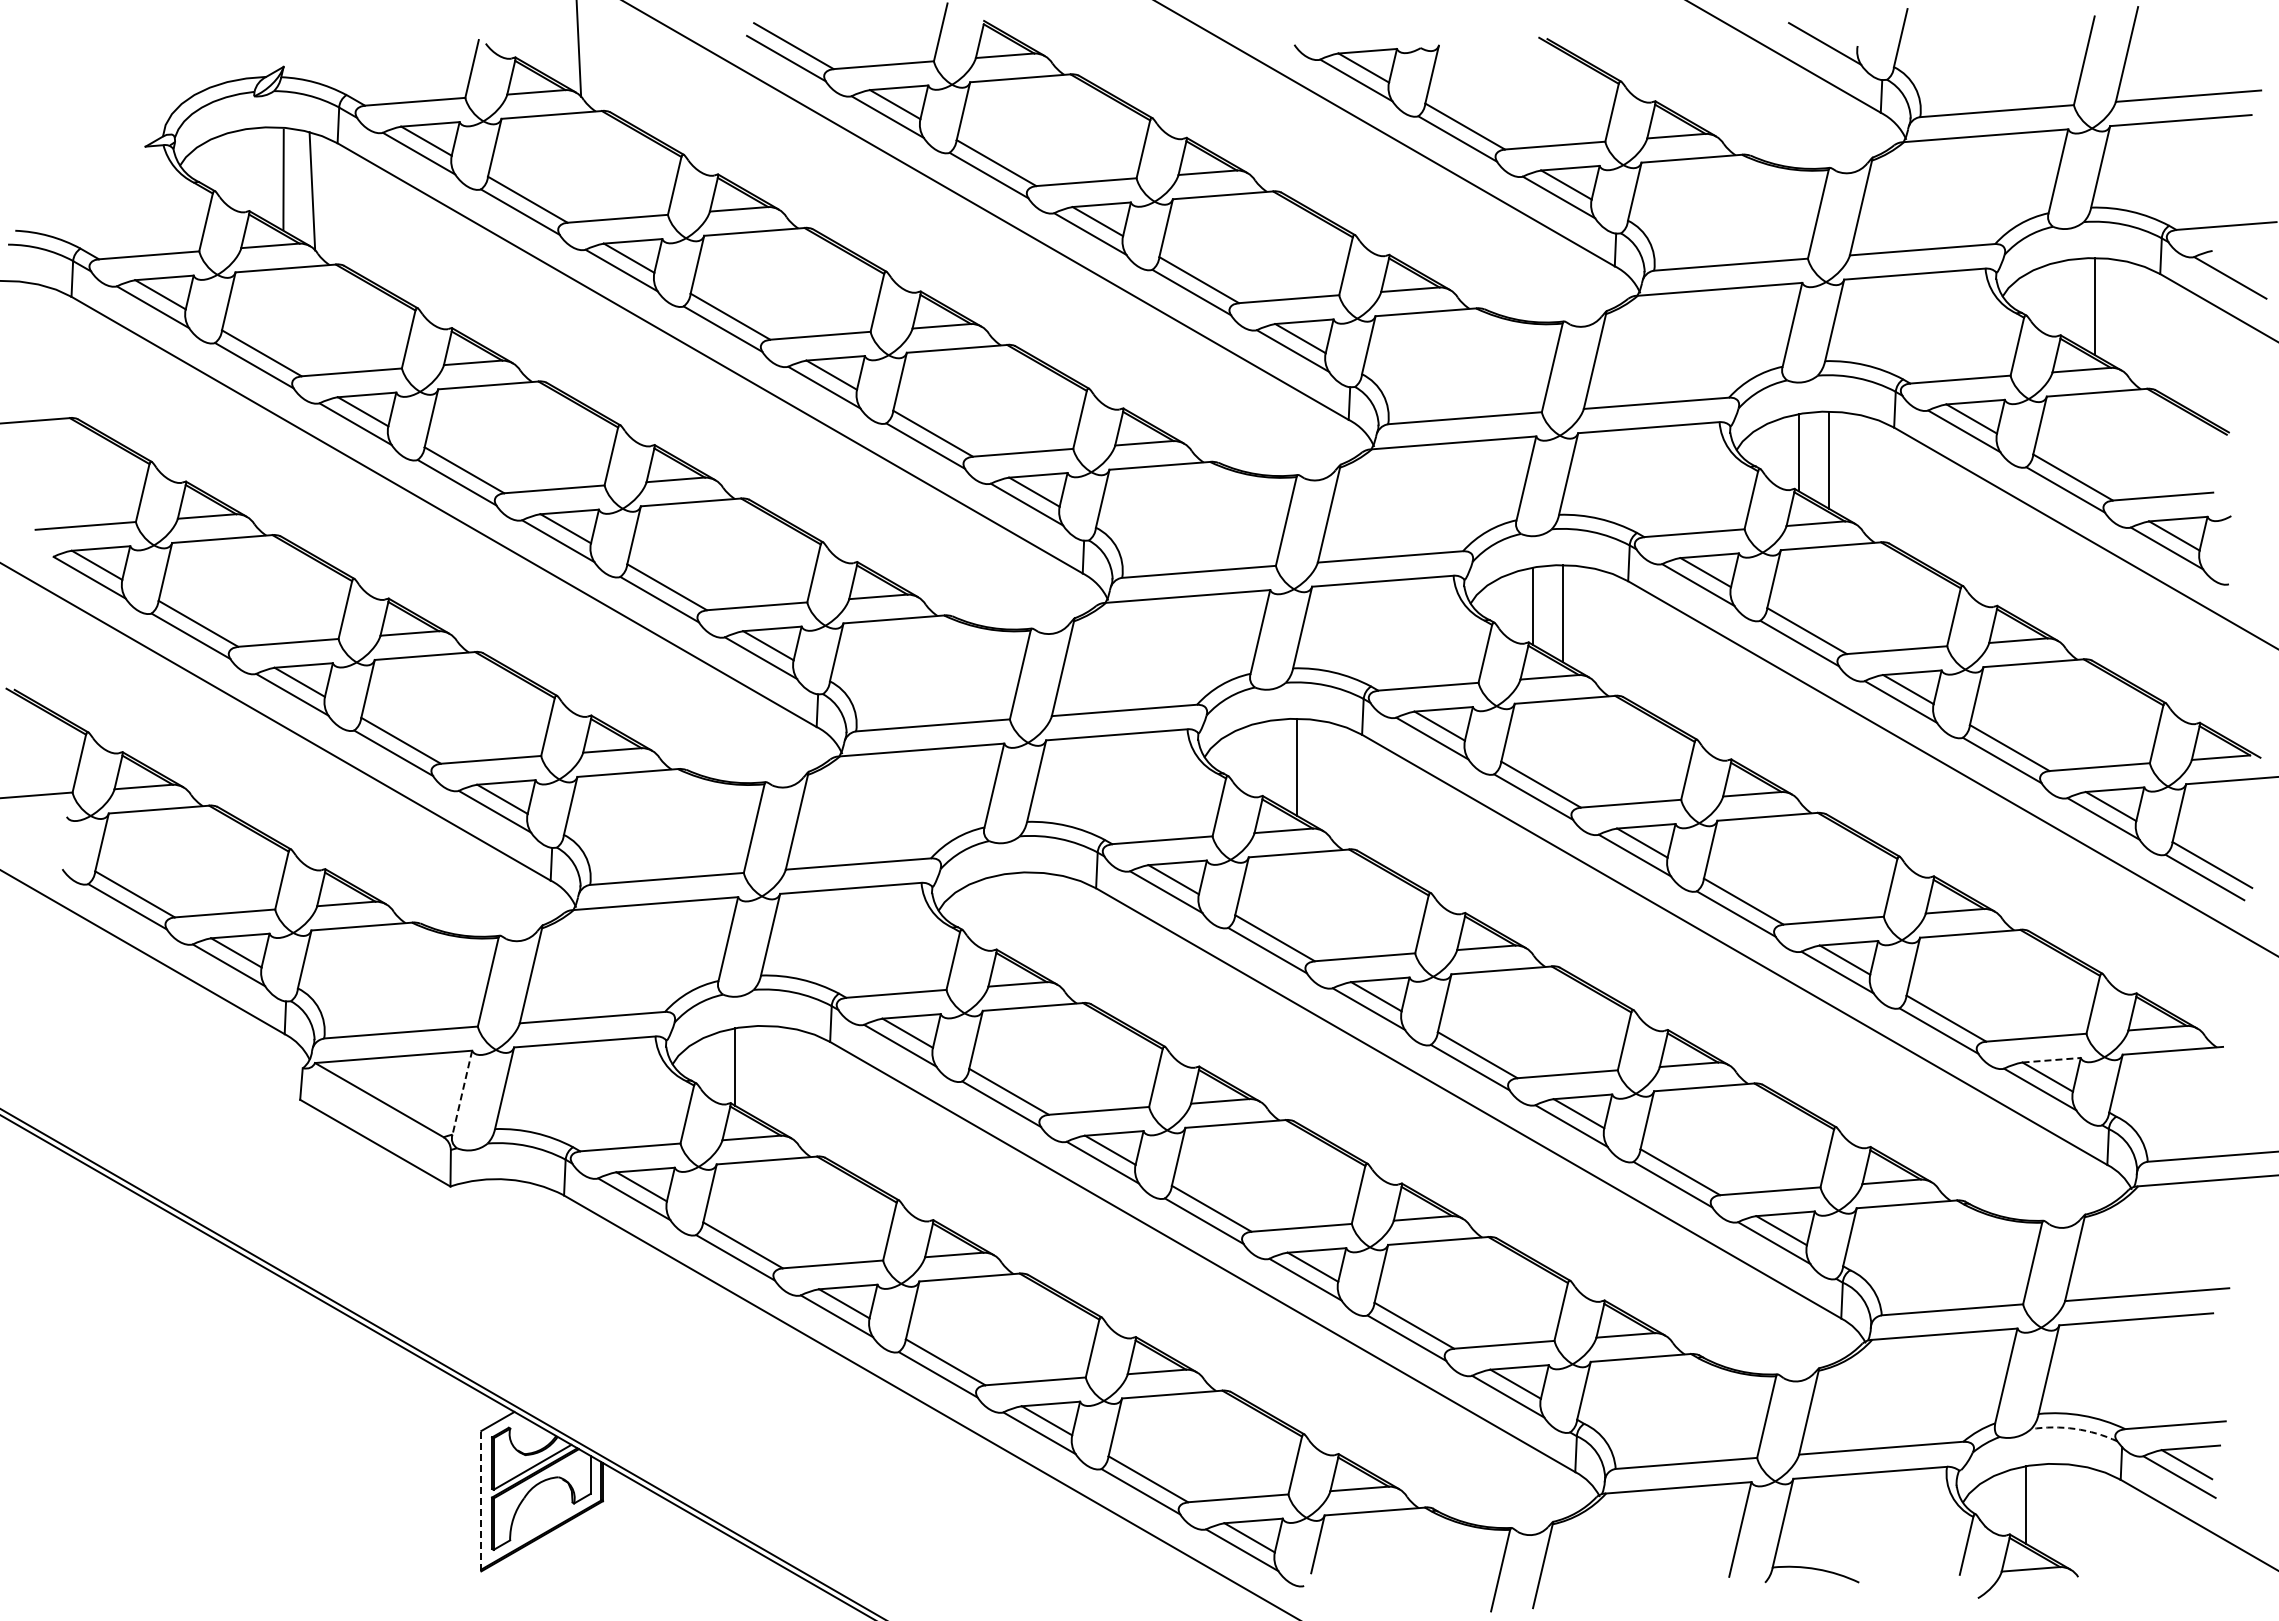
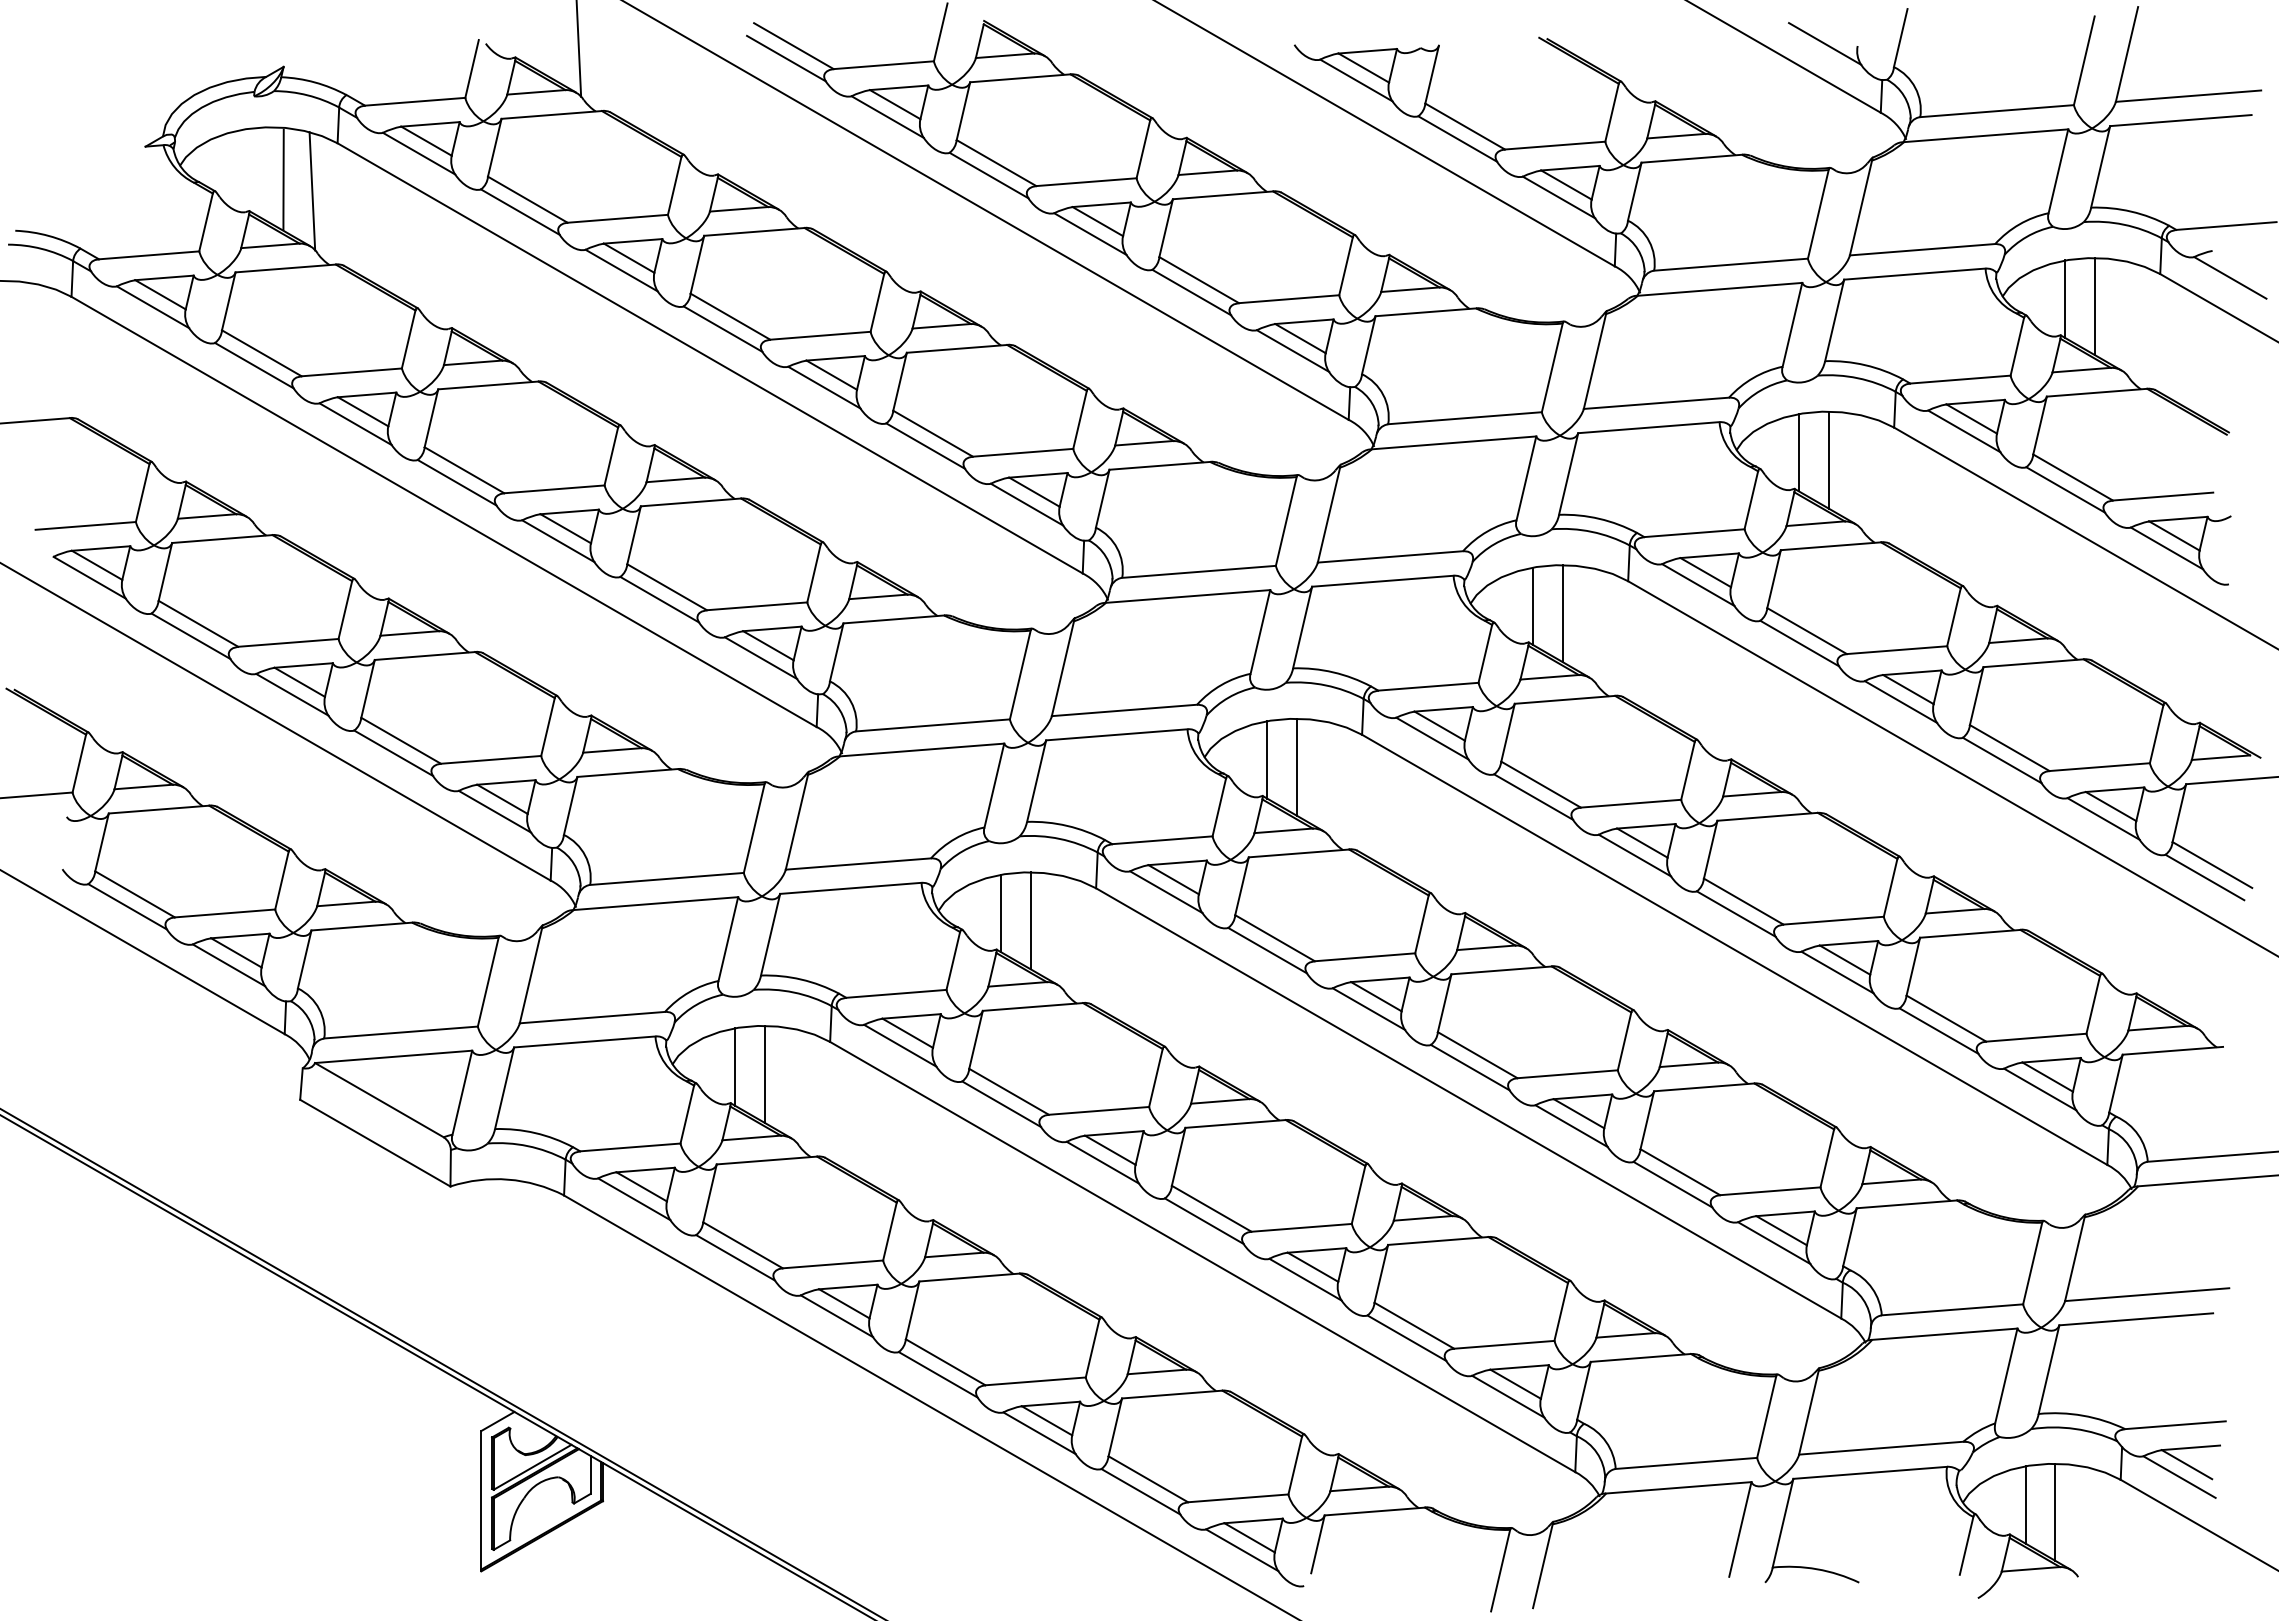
line at (2065, 298): none -> present
line at (1267, 759): none -> present
line at (1001, 913): none -> present
line at (1030, 920): none -> present
line at (2052, 1060): dashed -> solid
line at (764, 1073): none -> present
line at (462, 1093): dashed -> solid
arc at (2075, 1428): dashed -> solid
line at (481, 1500): dashed -> solid
line at (2055, 1511): none -> present
